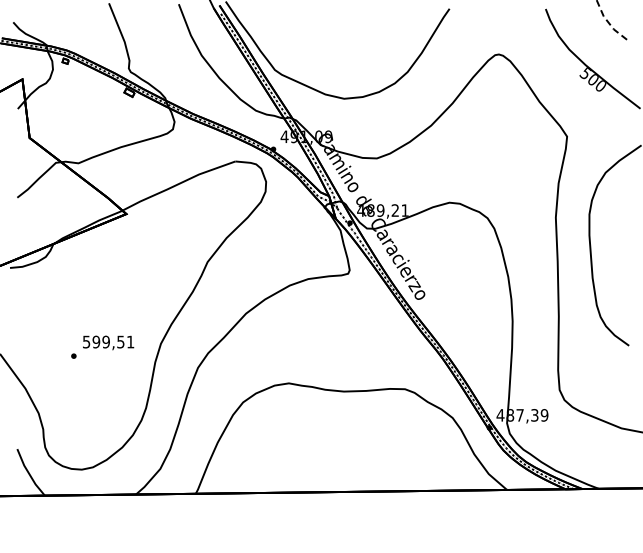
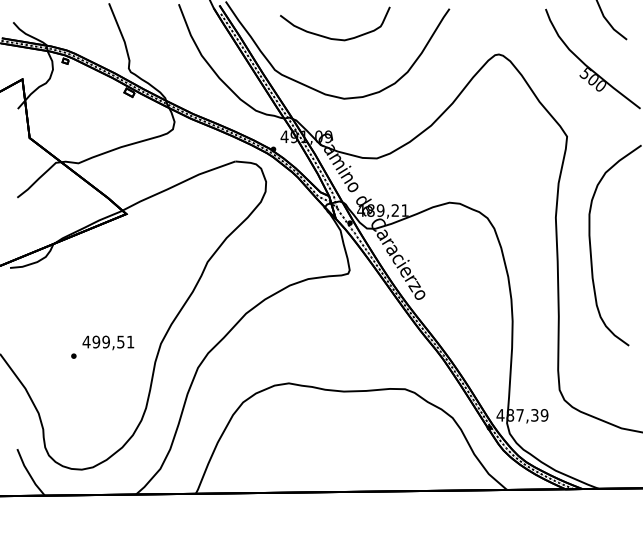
line at (608, 22): dashed -> solid
curve at (330, 37): none -> present
text at (86, 341): 599,51 -> 499,51
